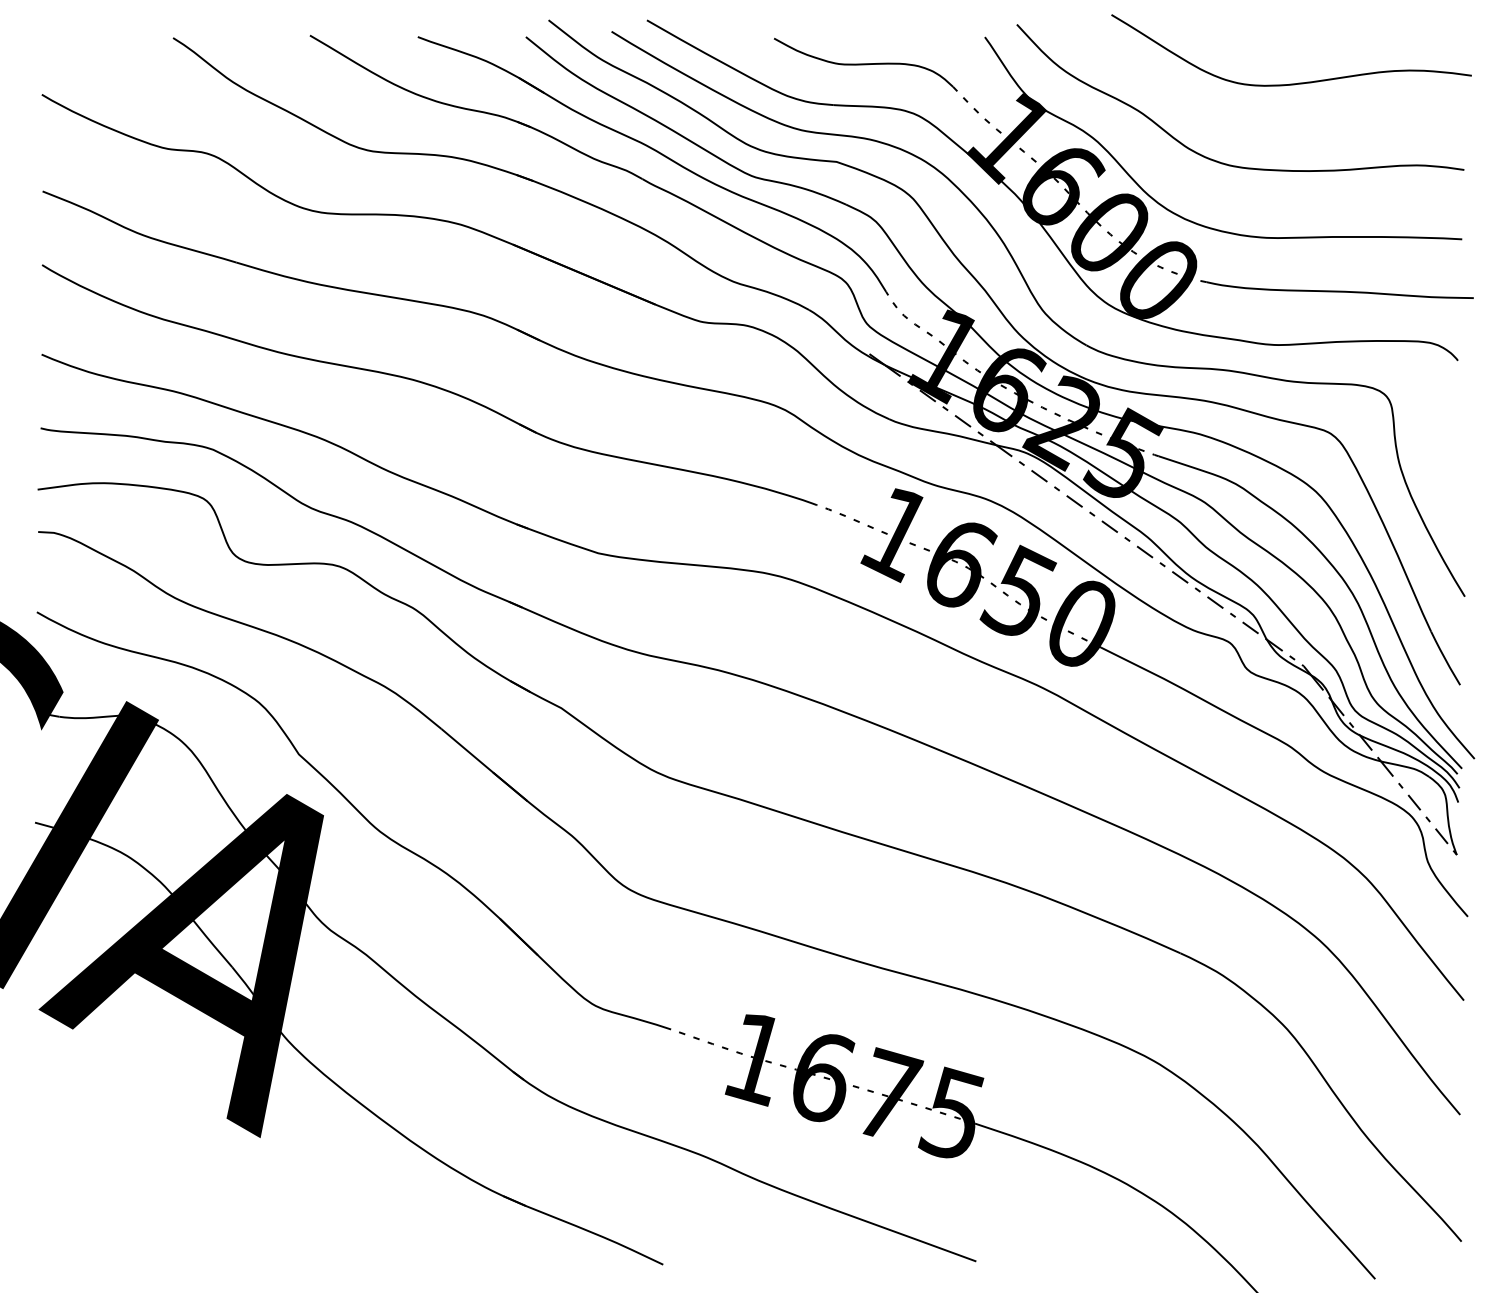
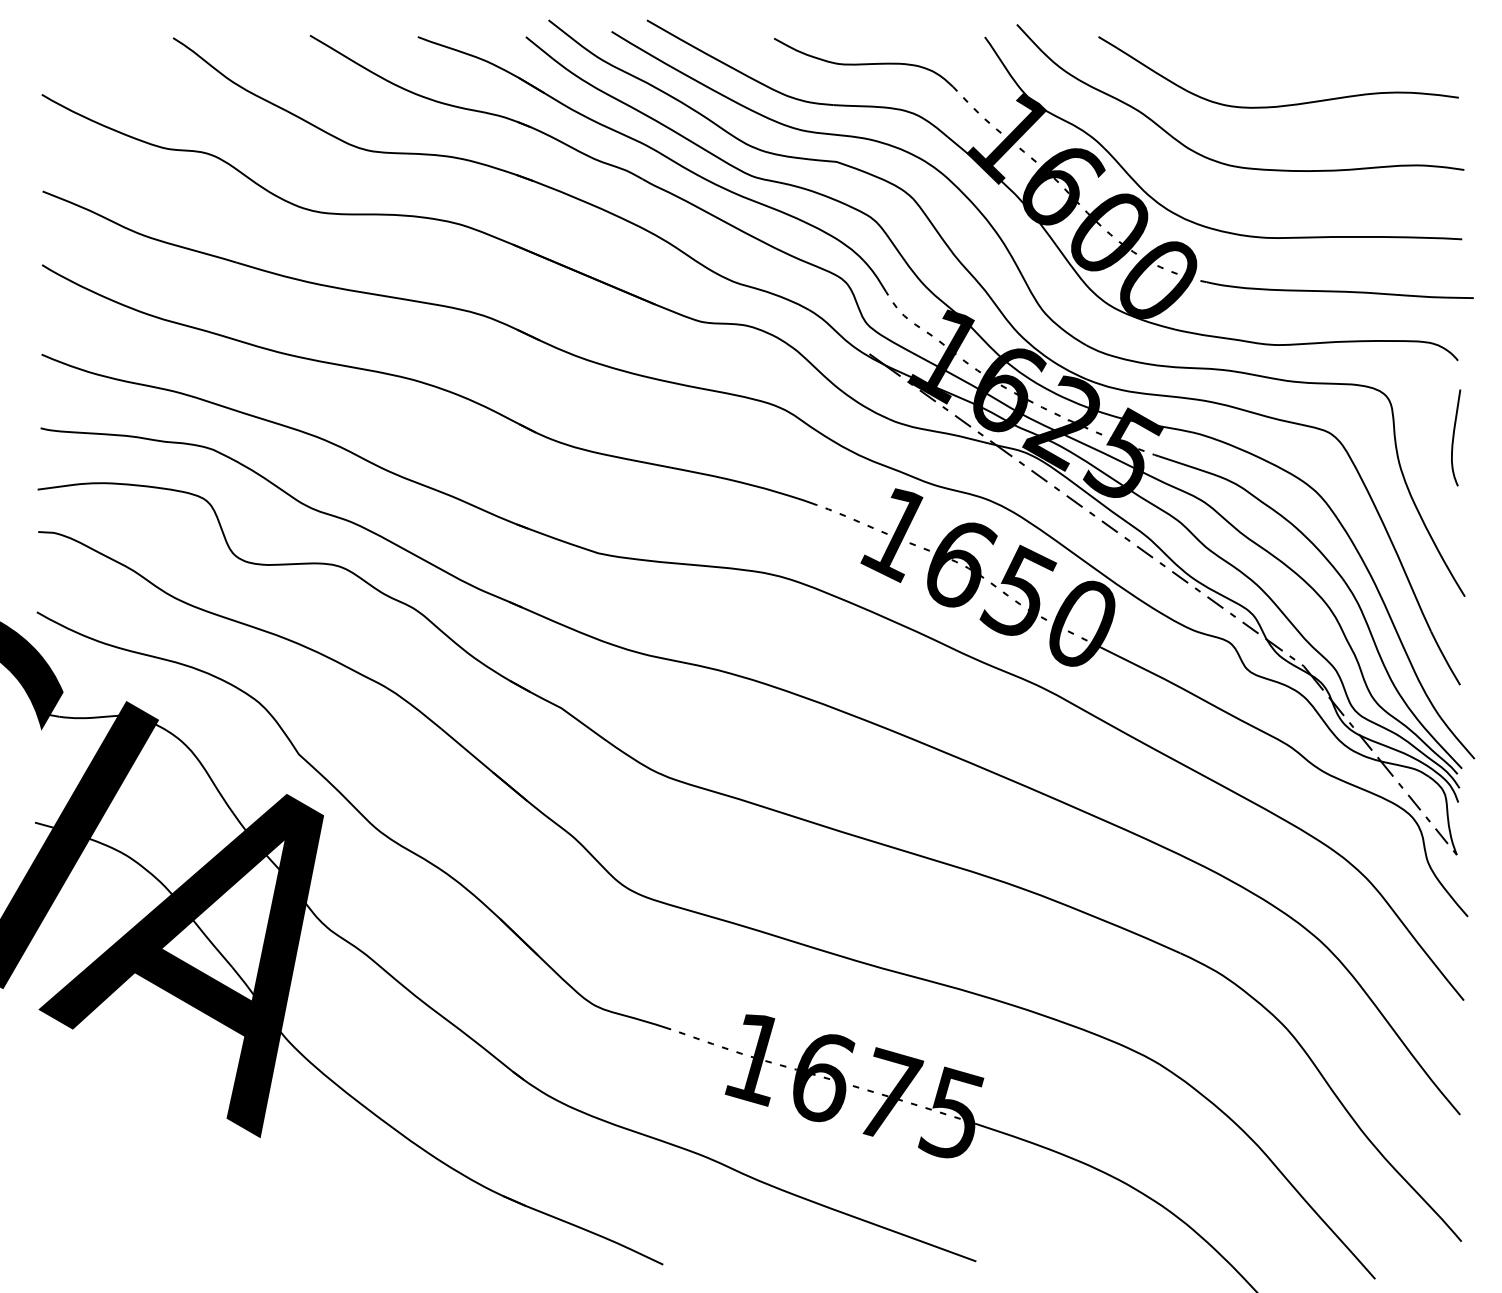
curve at (1298, 82) position: (1298, 82) -> (1285, 104)
curve at (1454, 437): none -> present
